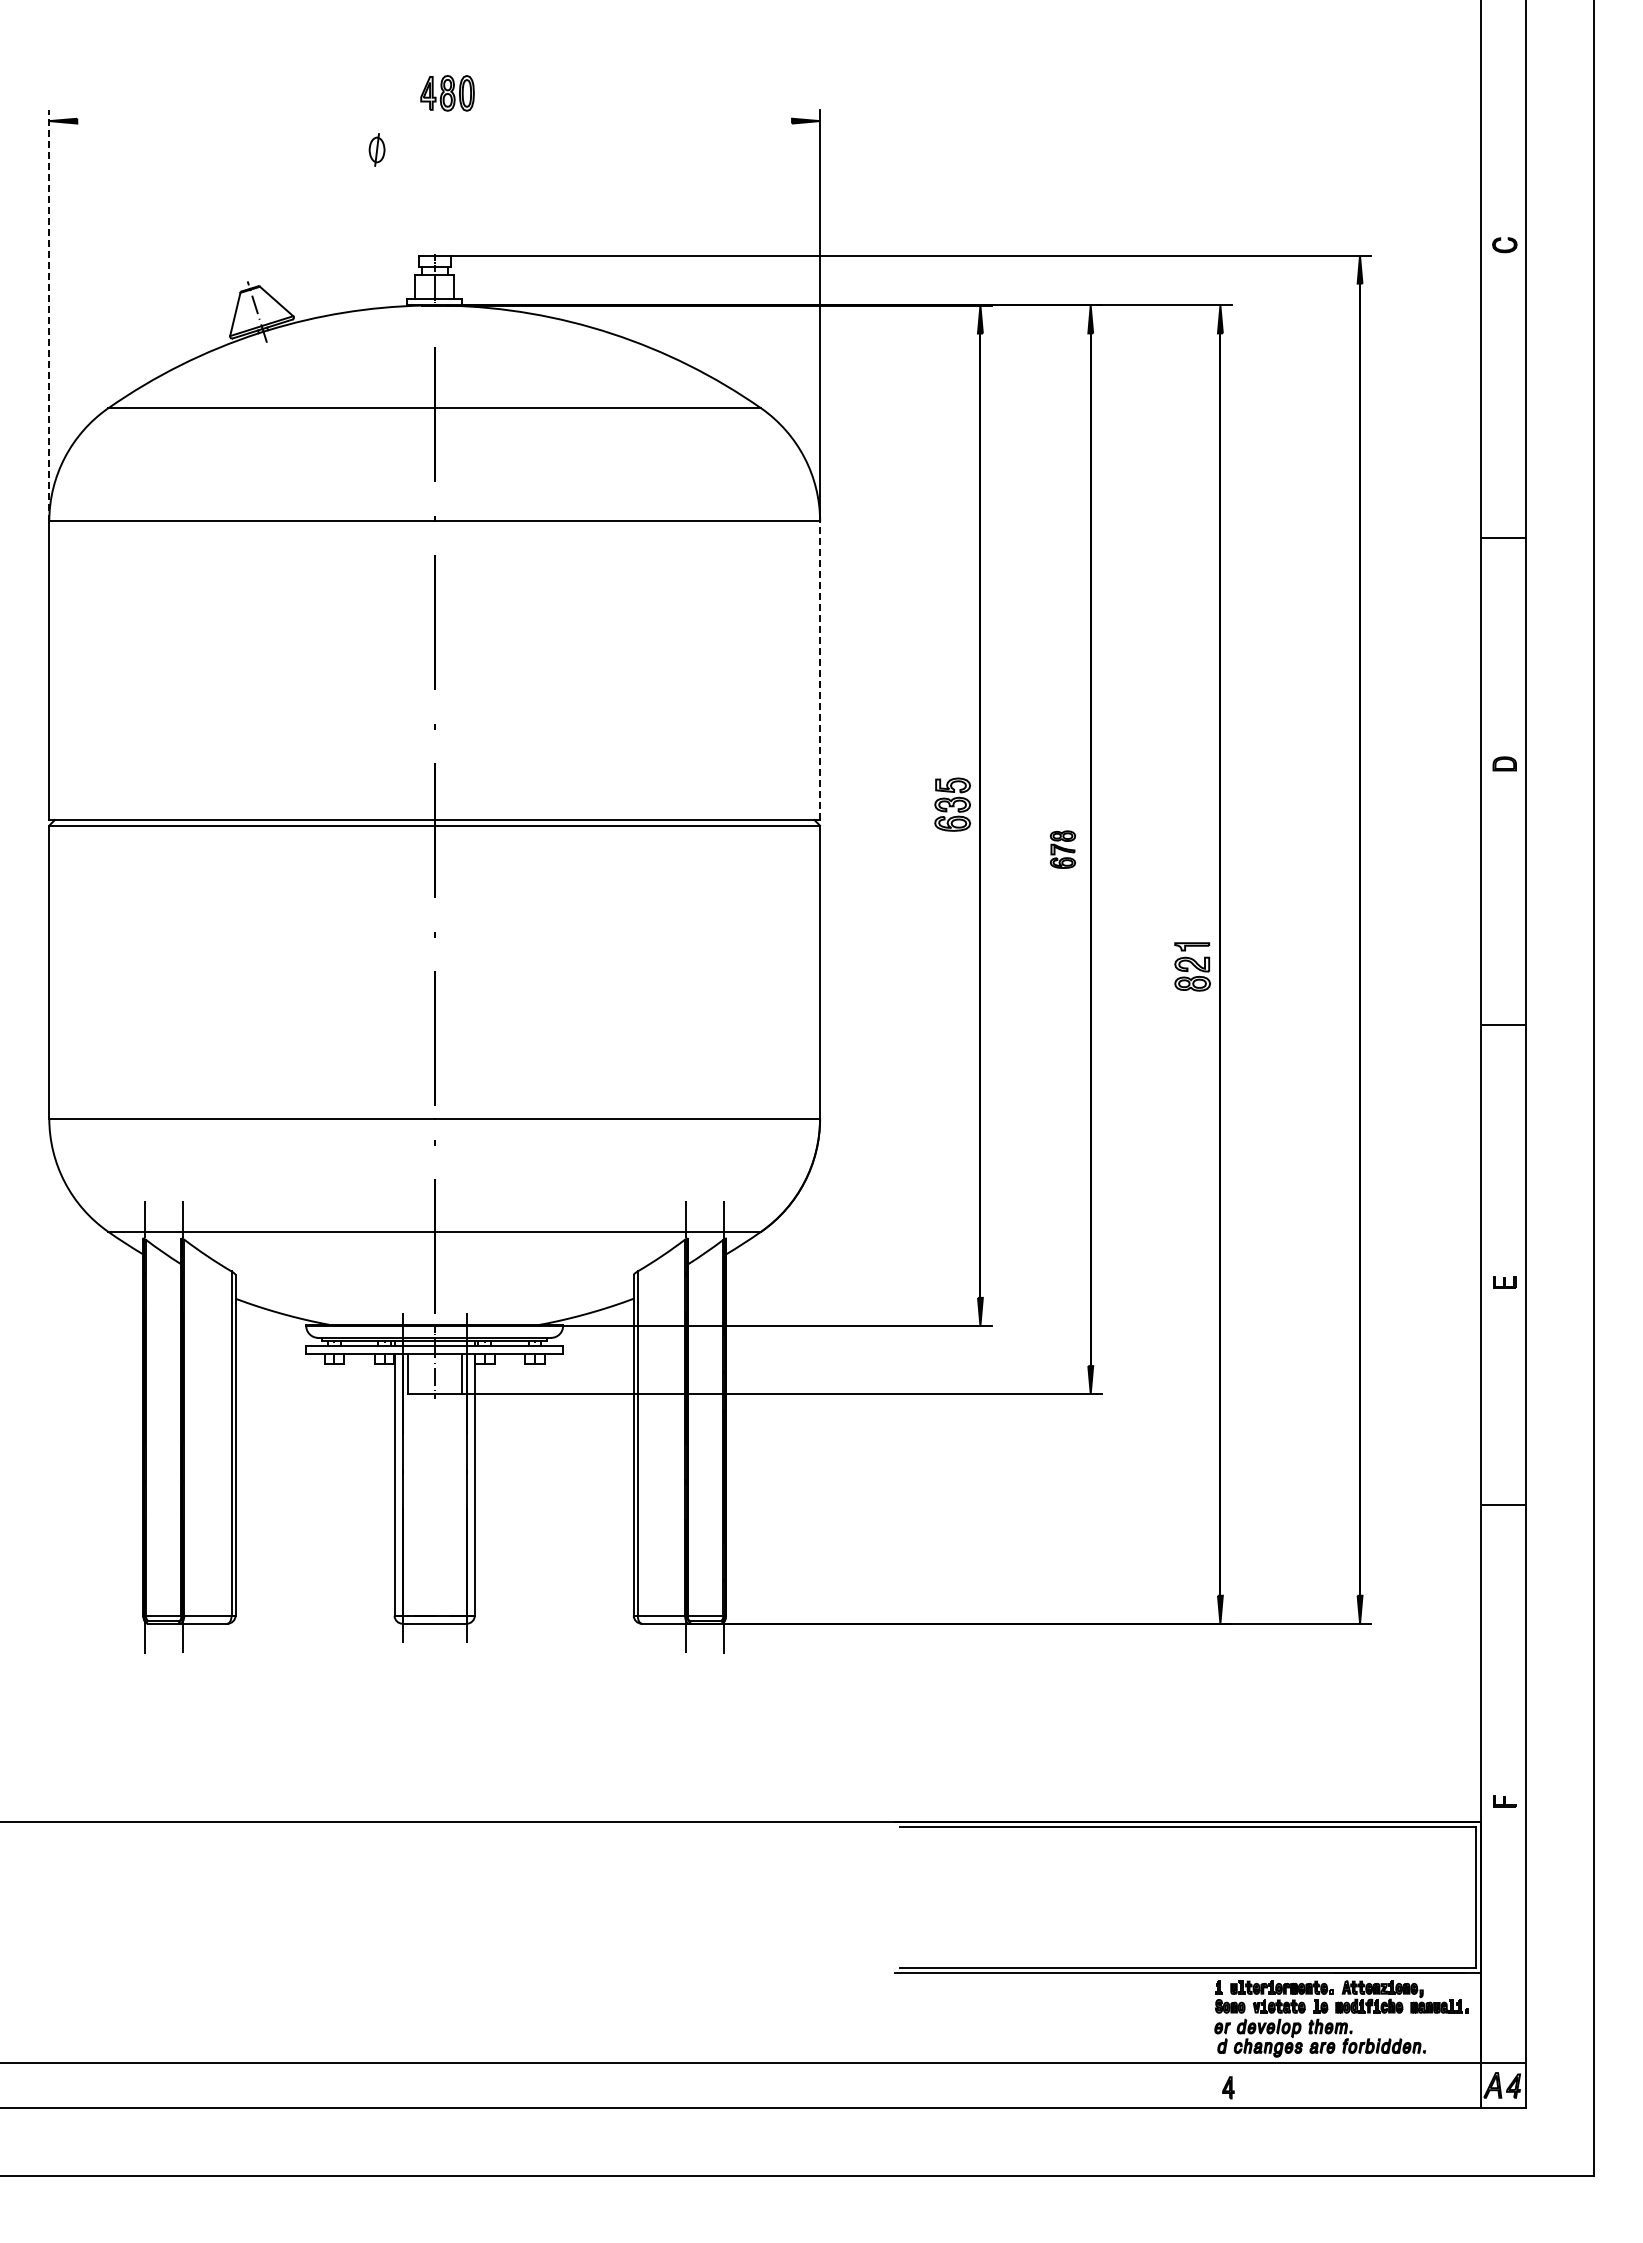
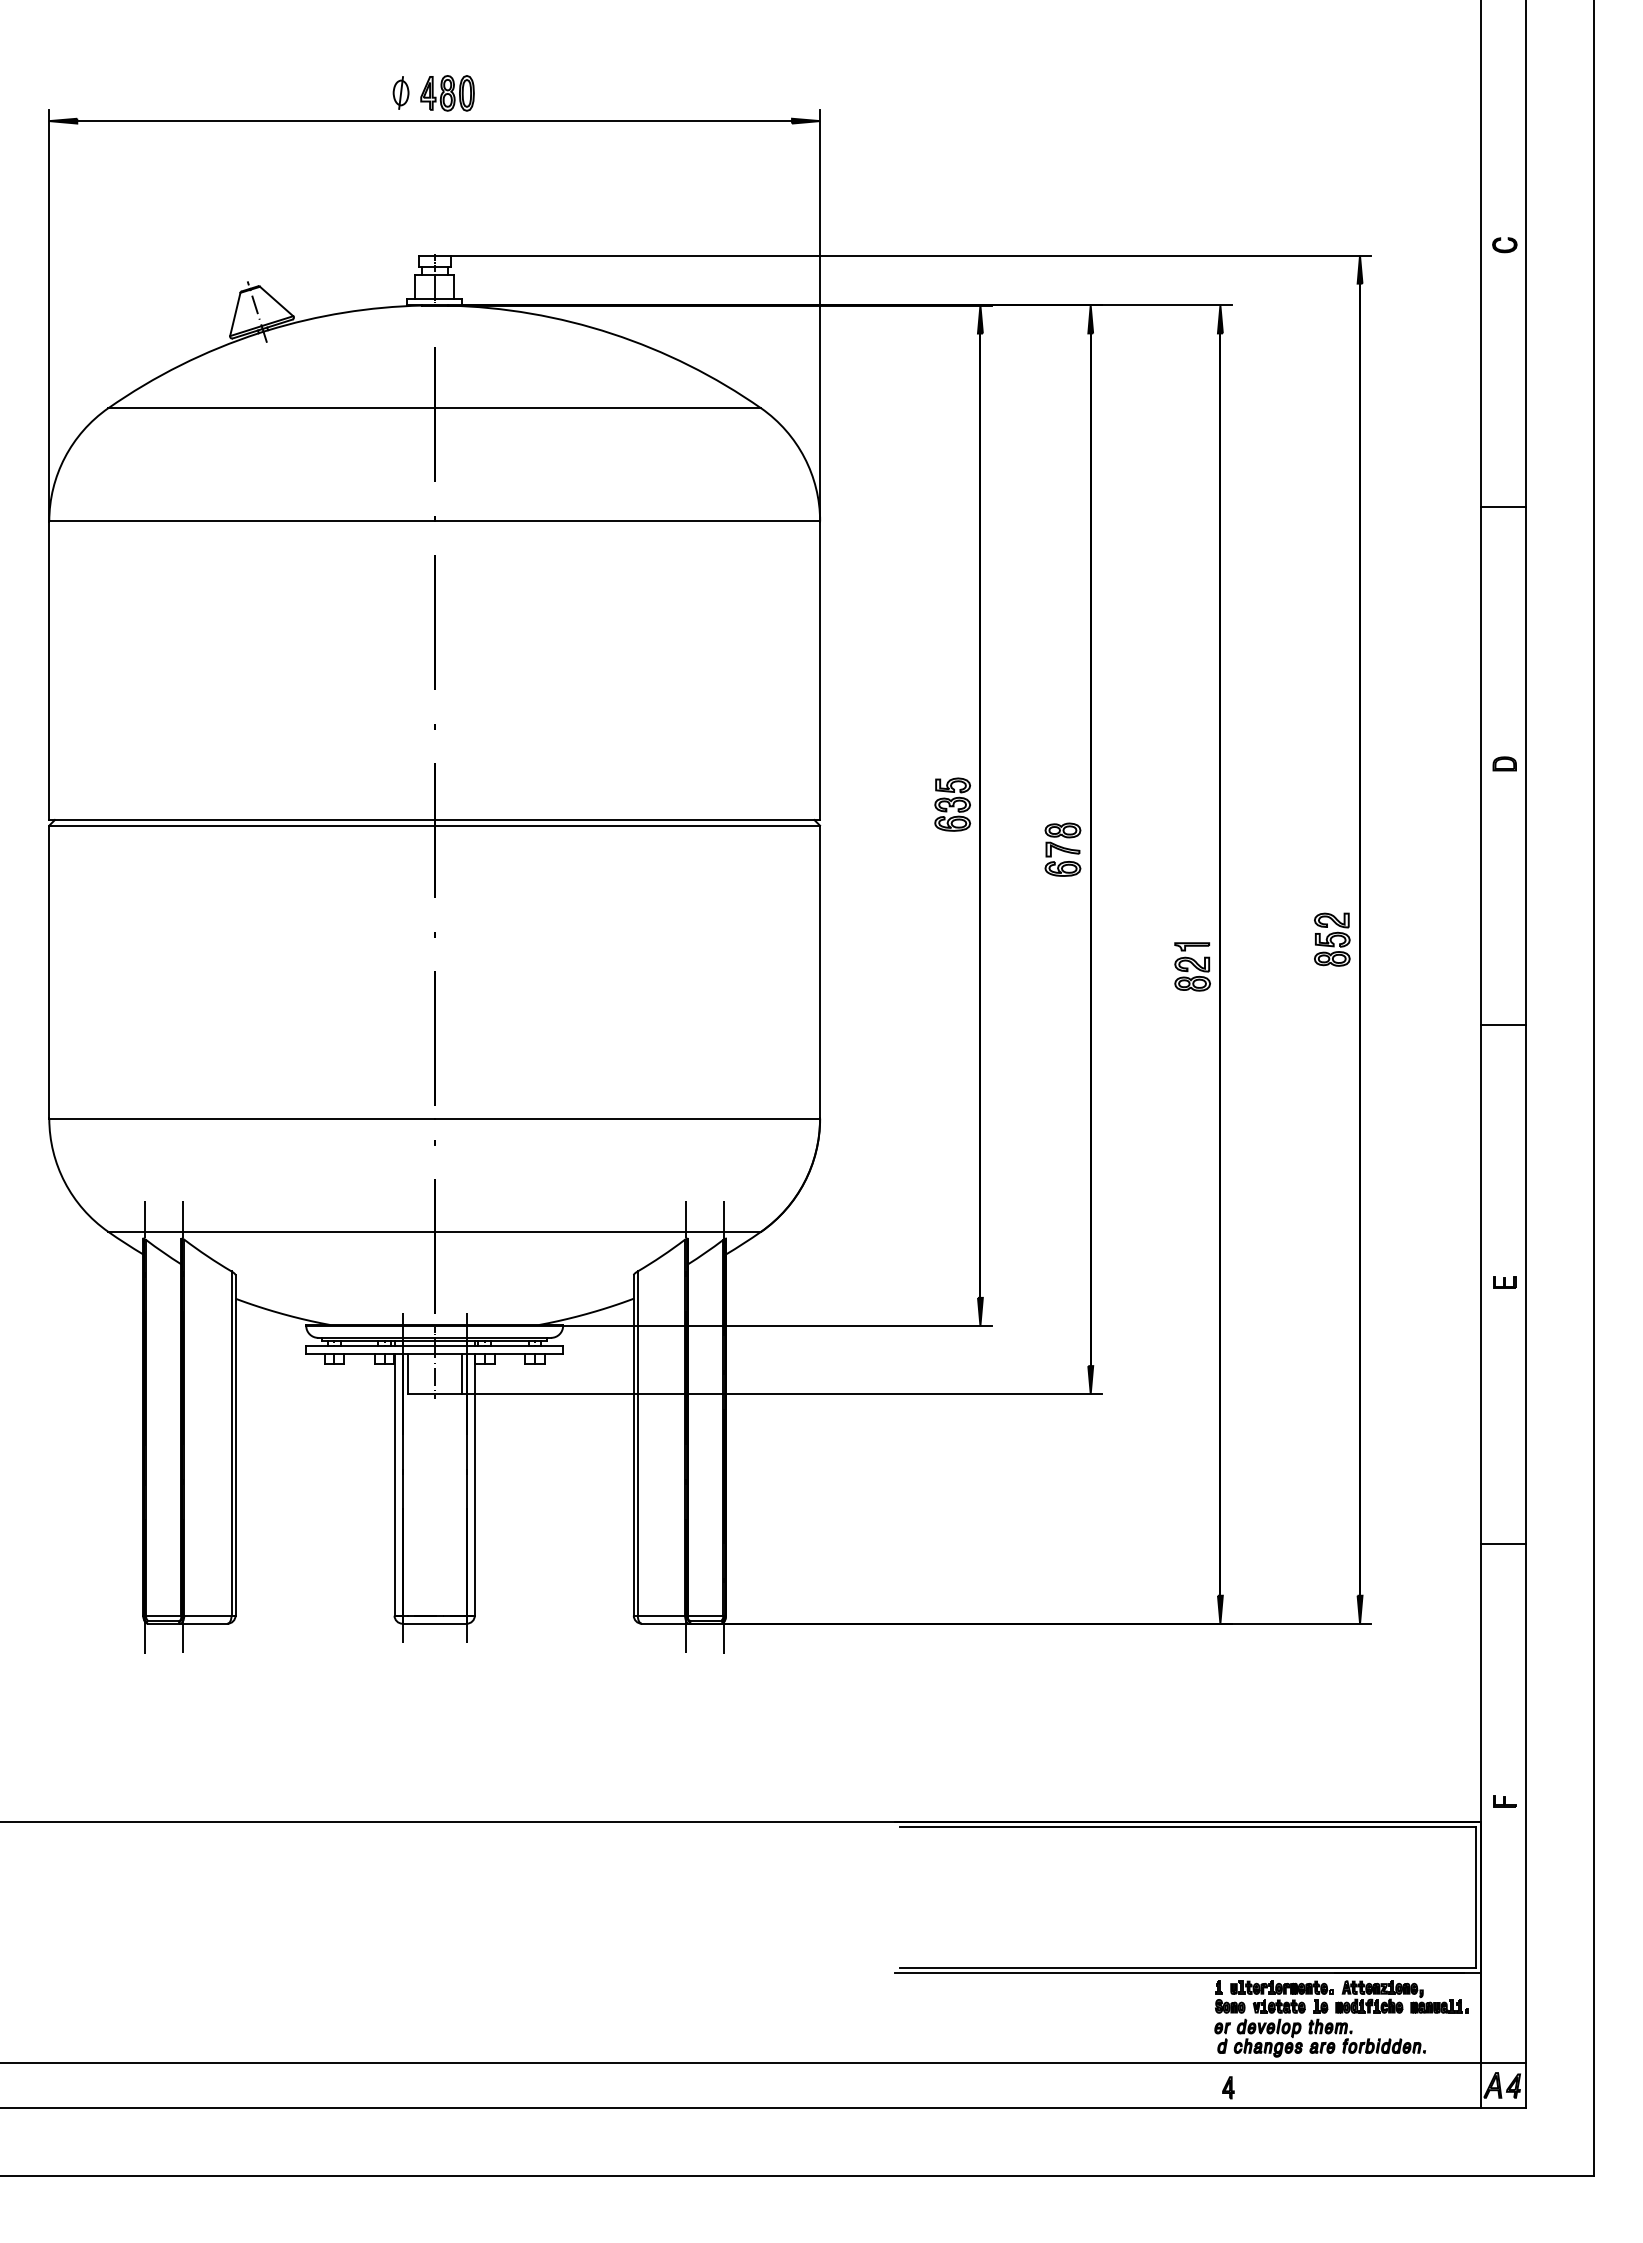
line at (434, 121): none -> present
part at (376, 149) position: (376, 149) -> (400, 92)
line at (49, 315): dashed -> solid
line at (1503, 537) position: (1503, 537) -> (1503, 506)
line at (820, 671): dashed -> solid
part at (1062, 849) size: 28x39 px -> 38x55 px
part at (1332, 939): none -> present
line at (1503, 1505) position: (1503, 1505) -> (1503, 1544)
